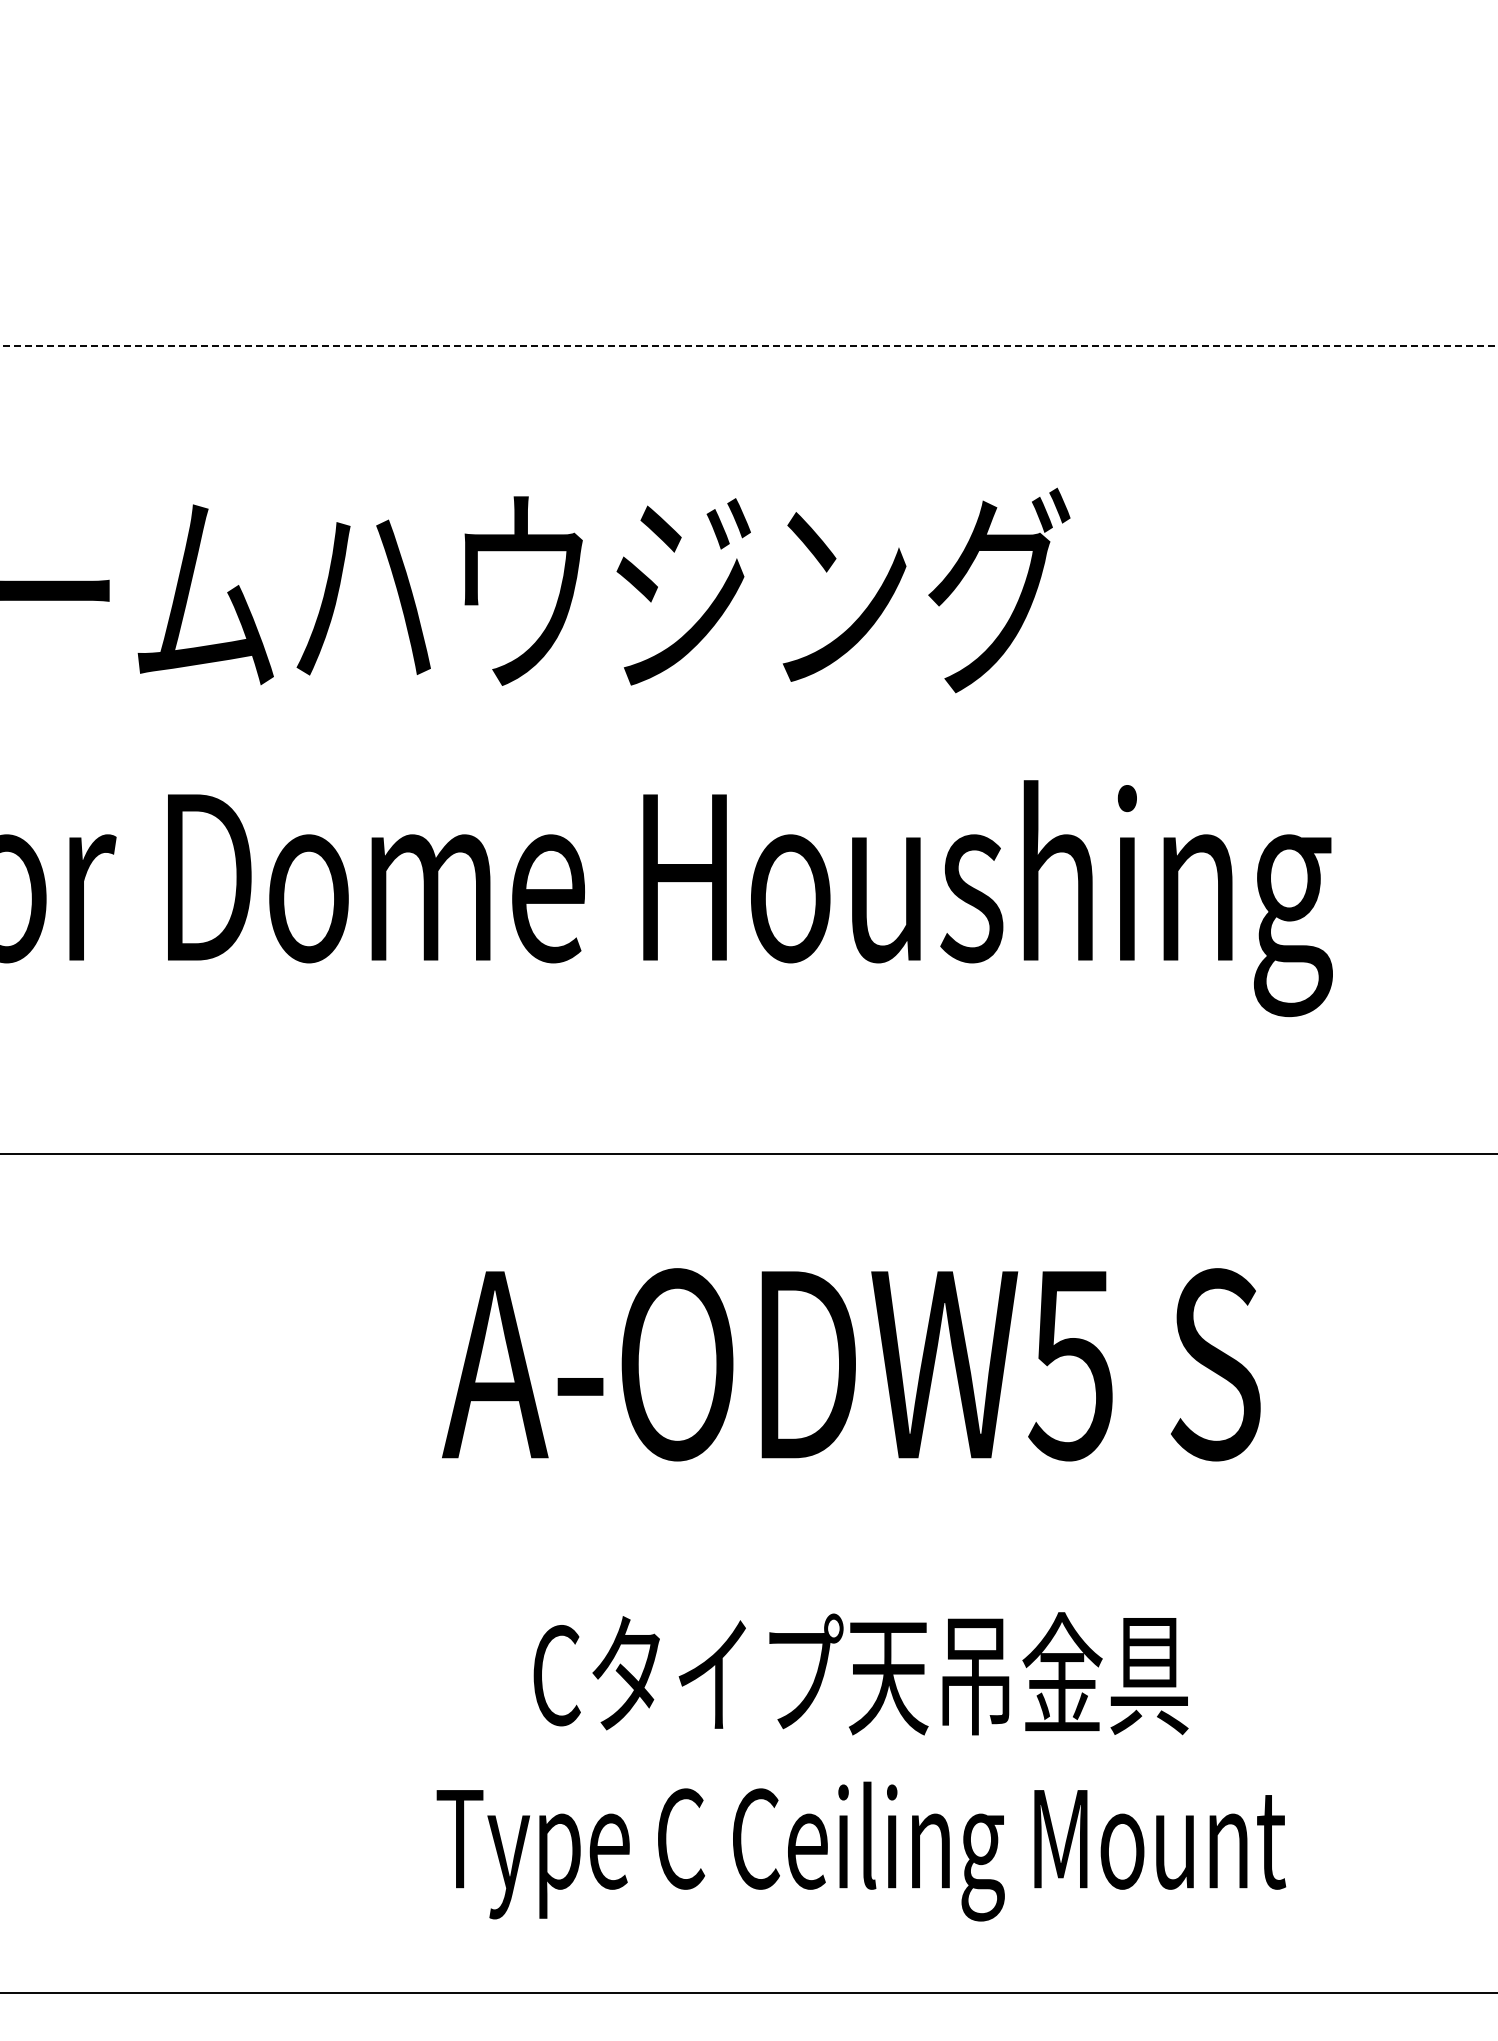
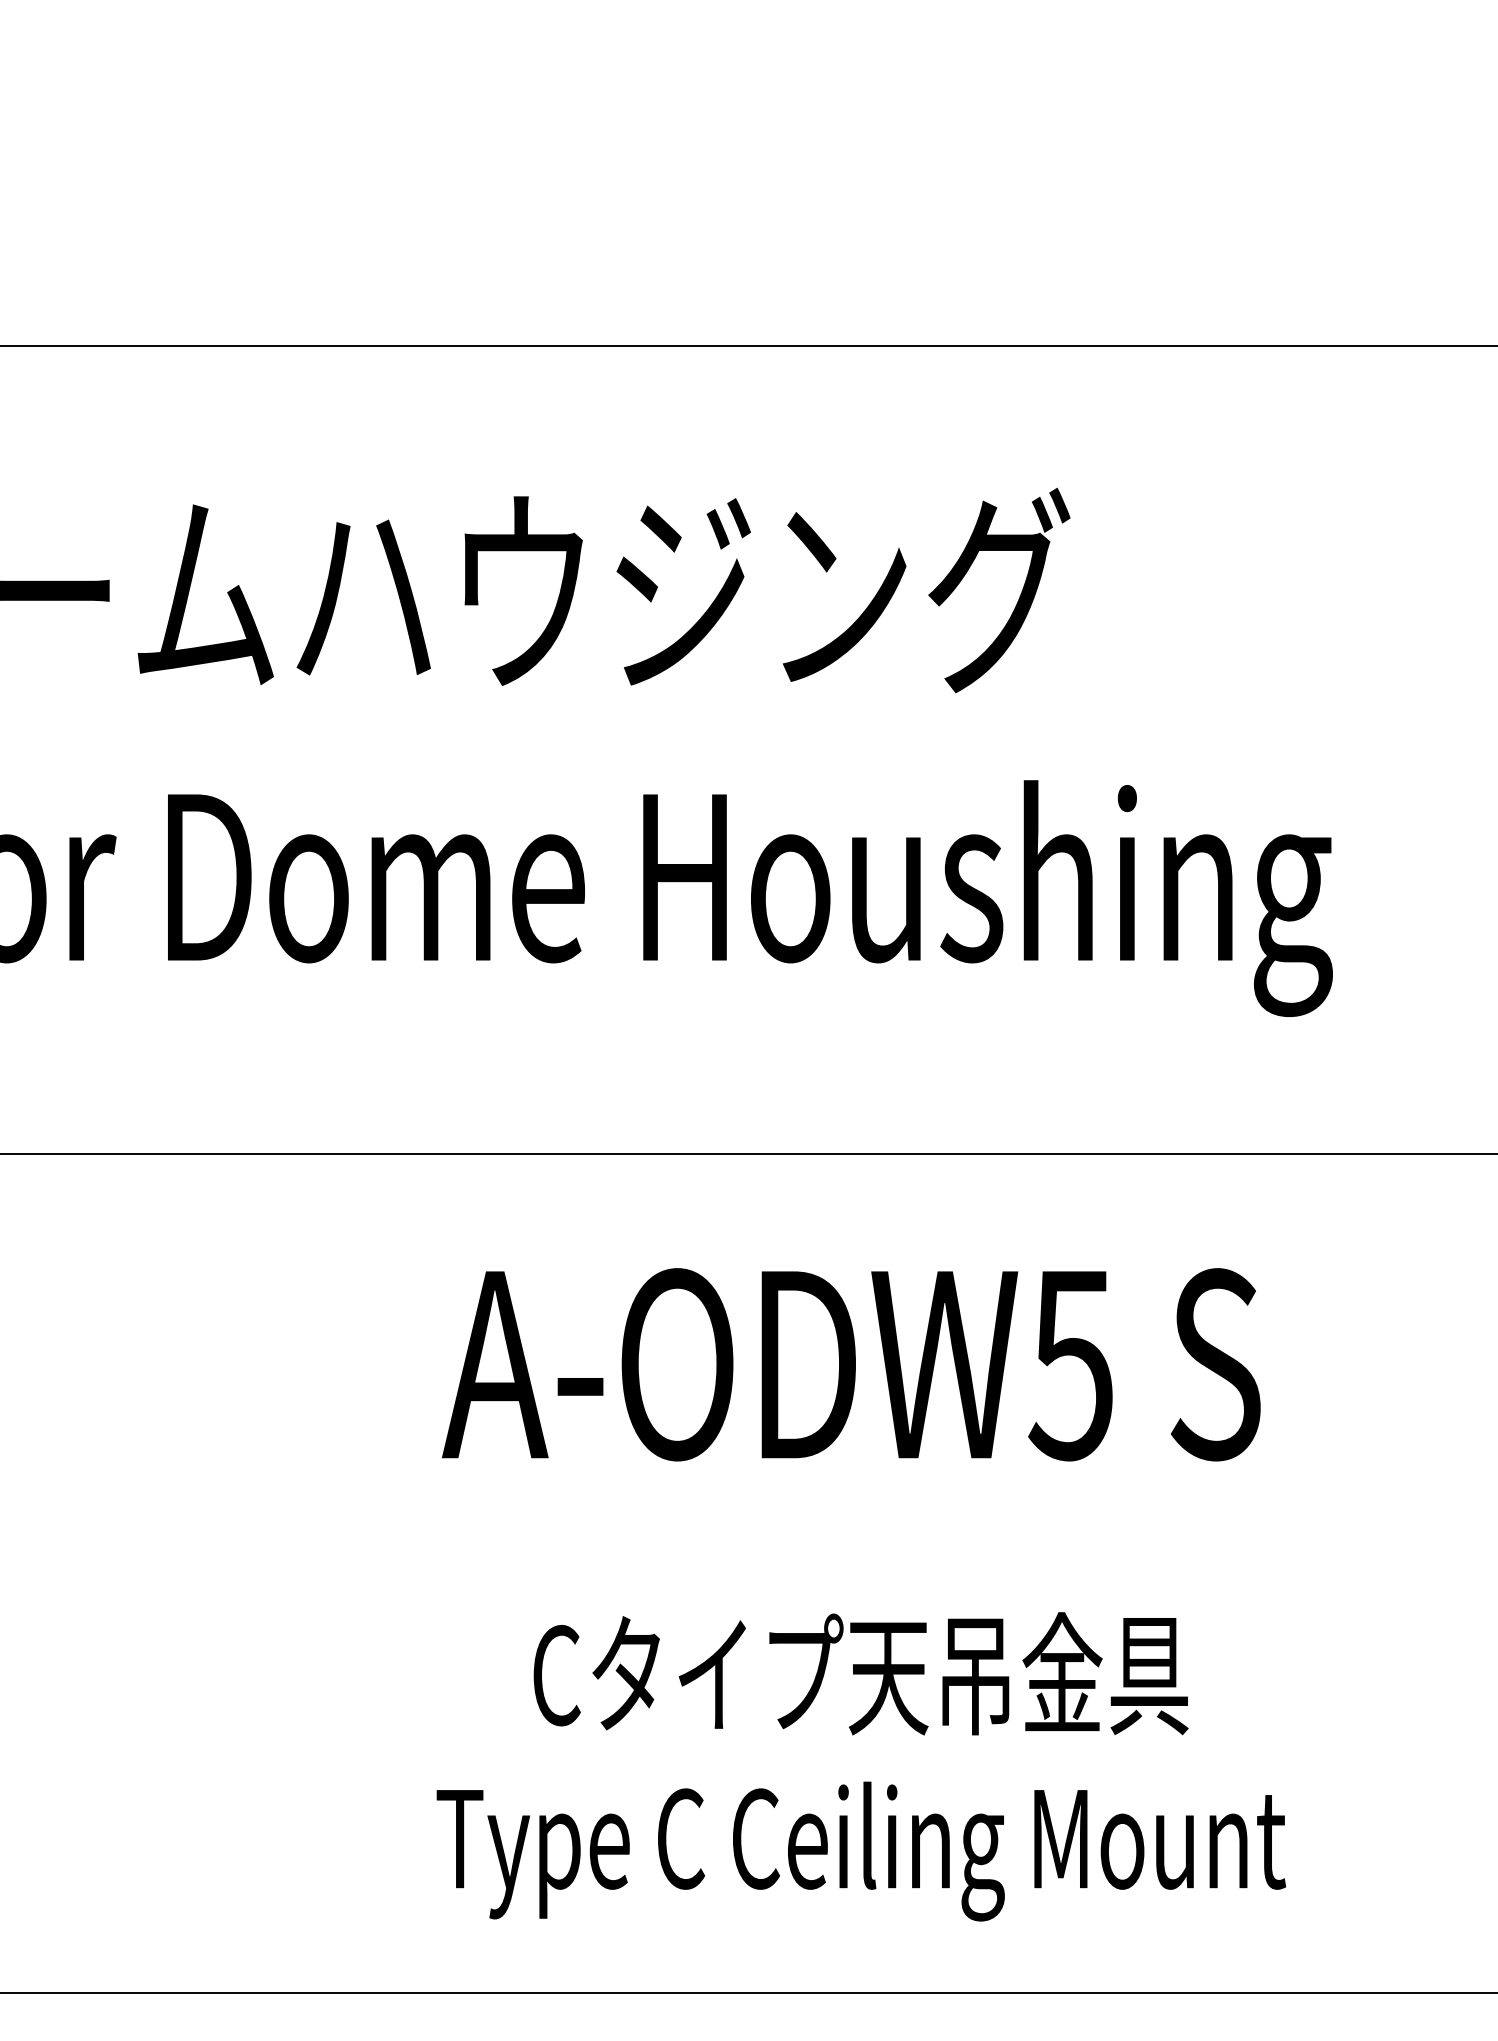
line at (749, 345): dashed -> solid
